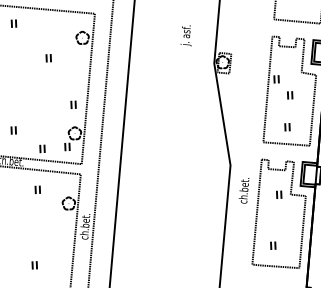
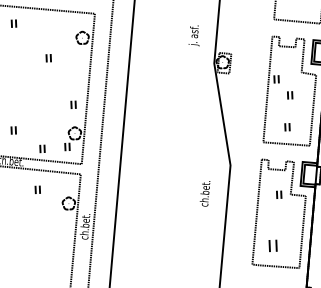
text at (185, 35) position: (185, 35) -> (193, 35)
text at (243, 190) position: (243, 190) -> (204, 193)
part at (273, 245) size: 7x9 px -> 10x13 px
part at (34, 265): present -> none
